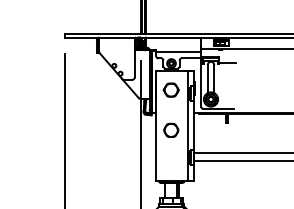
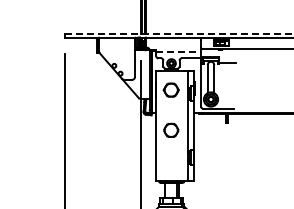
line at (179, 33): solid -> dashed
line at (179, 51): solid -> dashed
line at (242, 152): present -> none
line at (242, 160): present -> none
